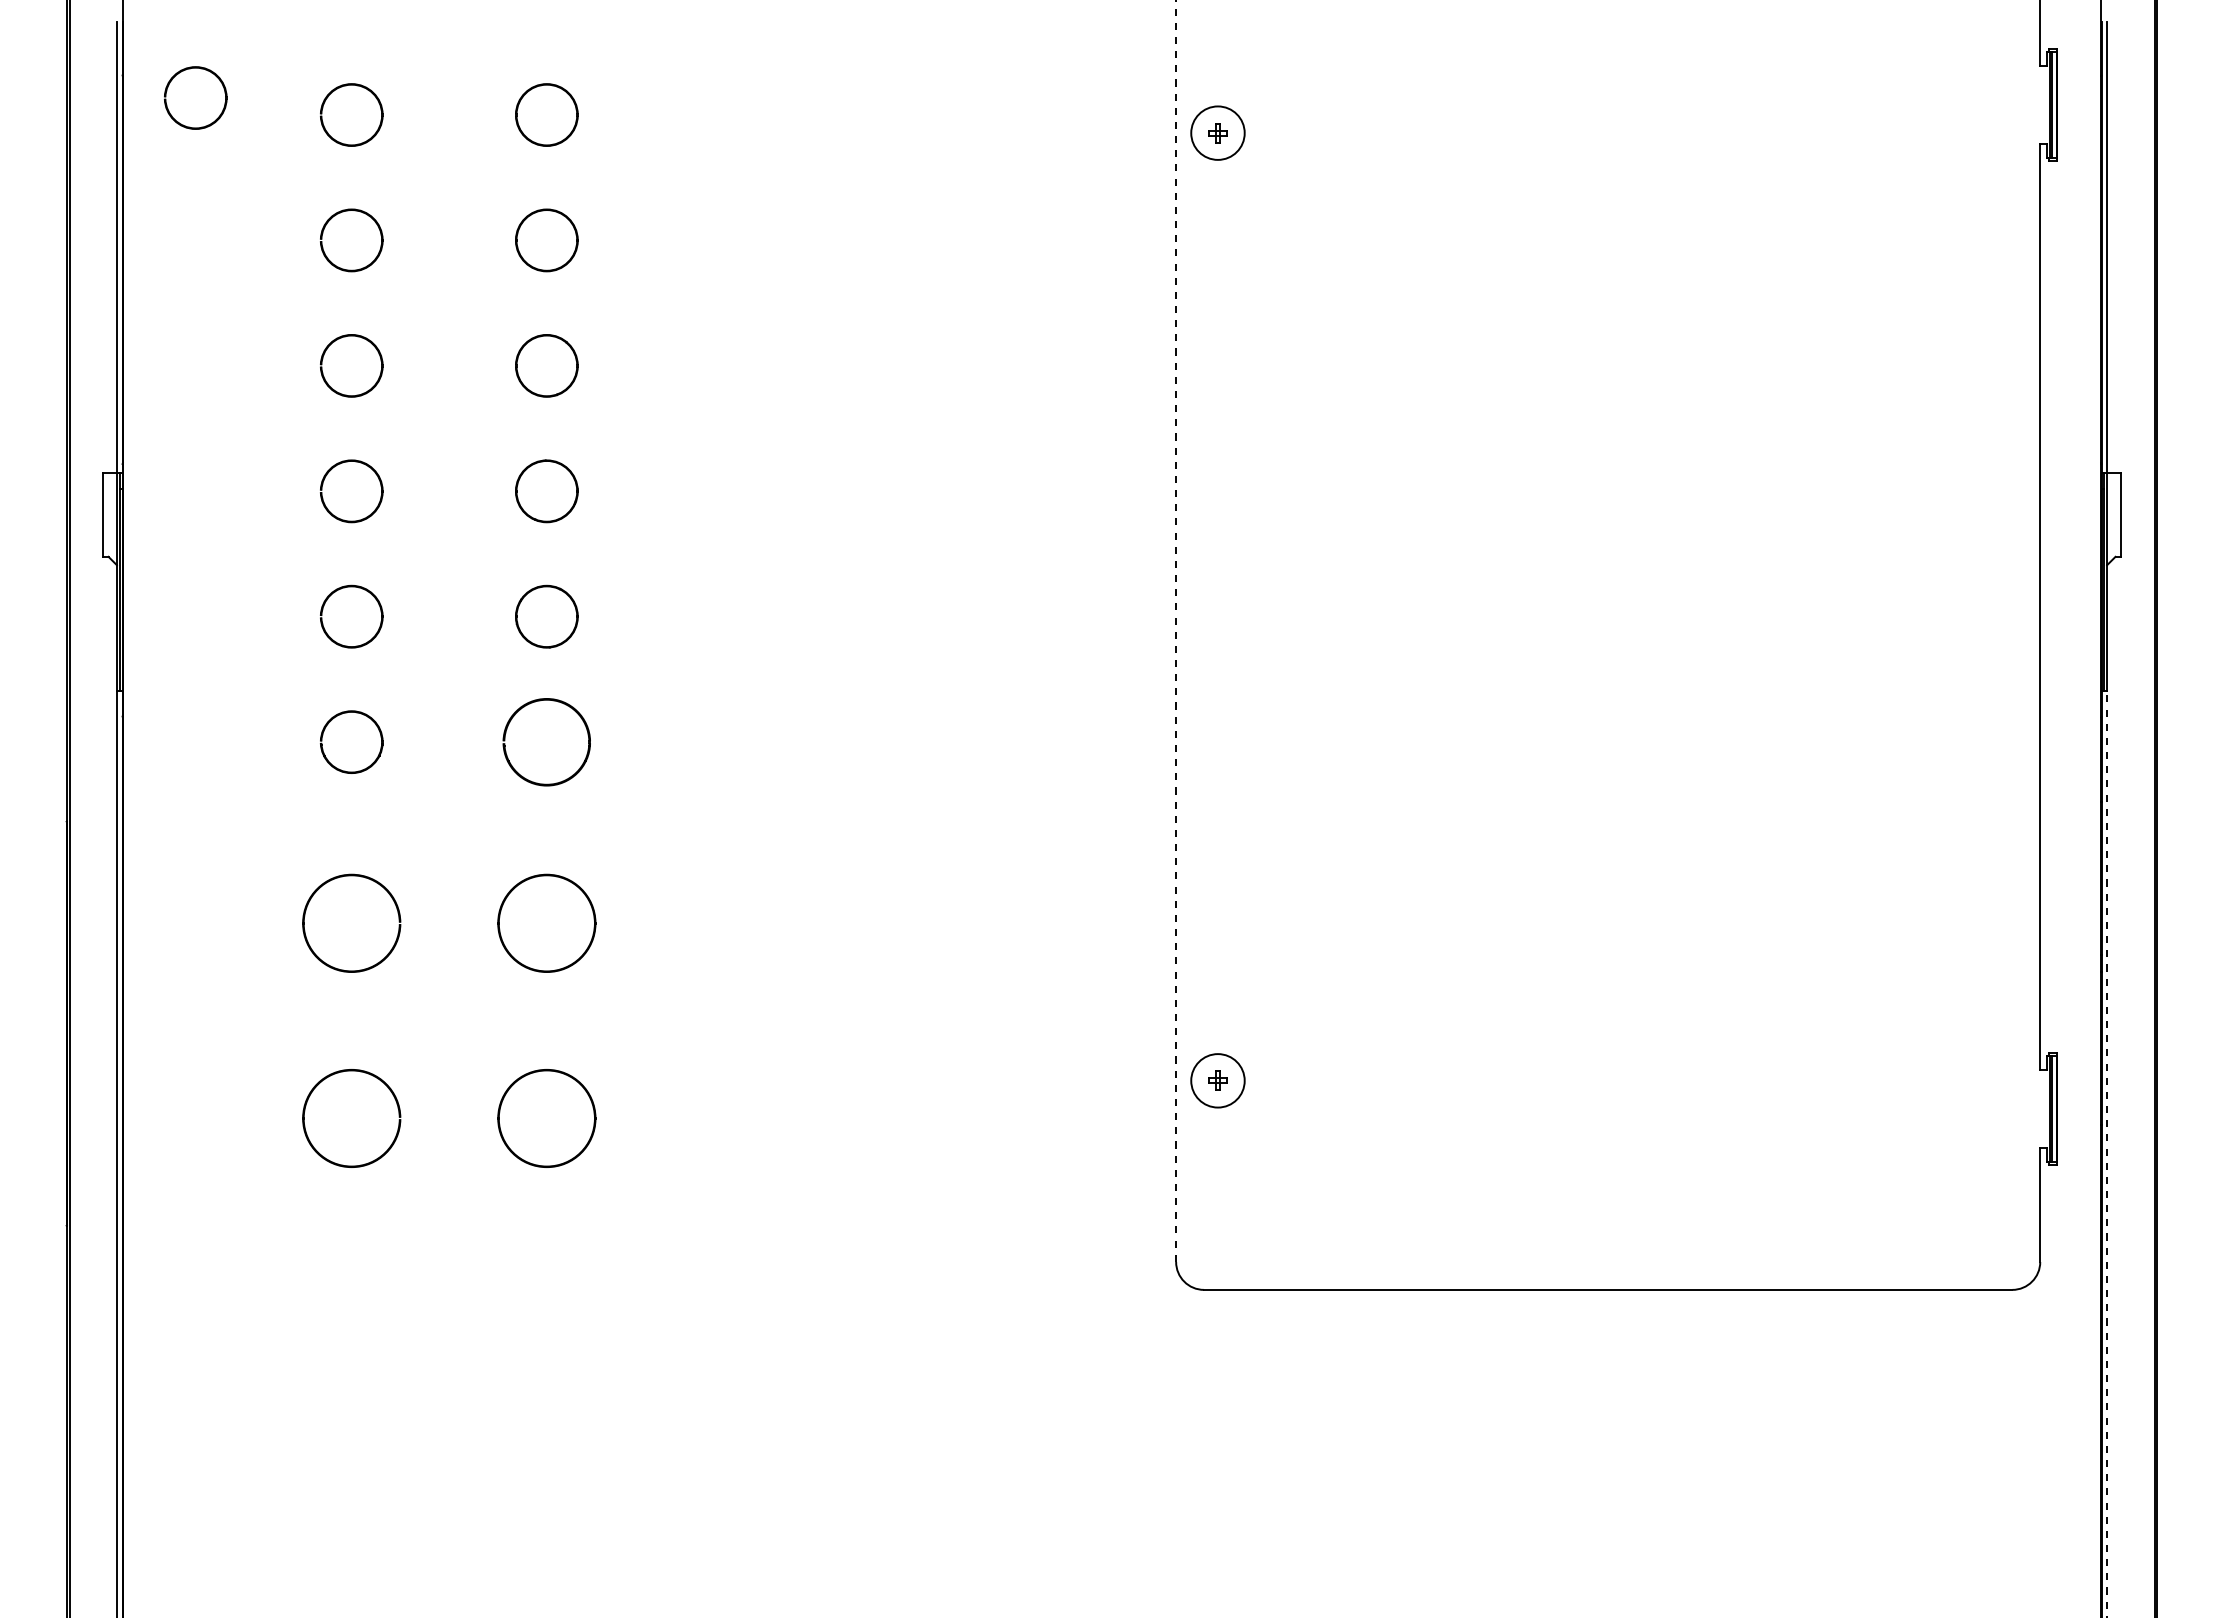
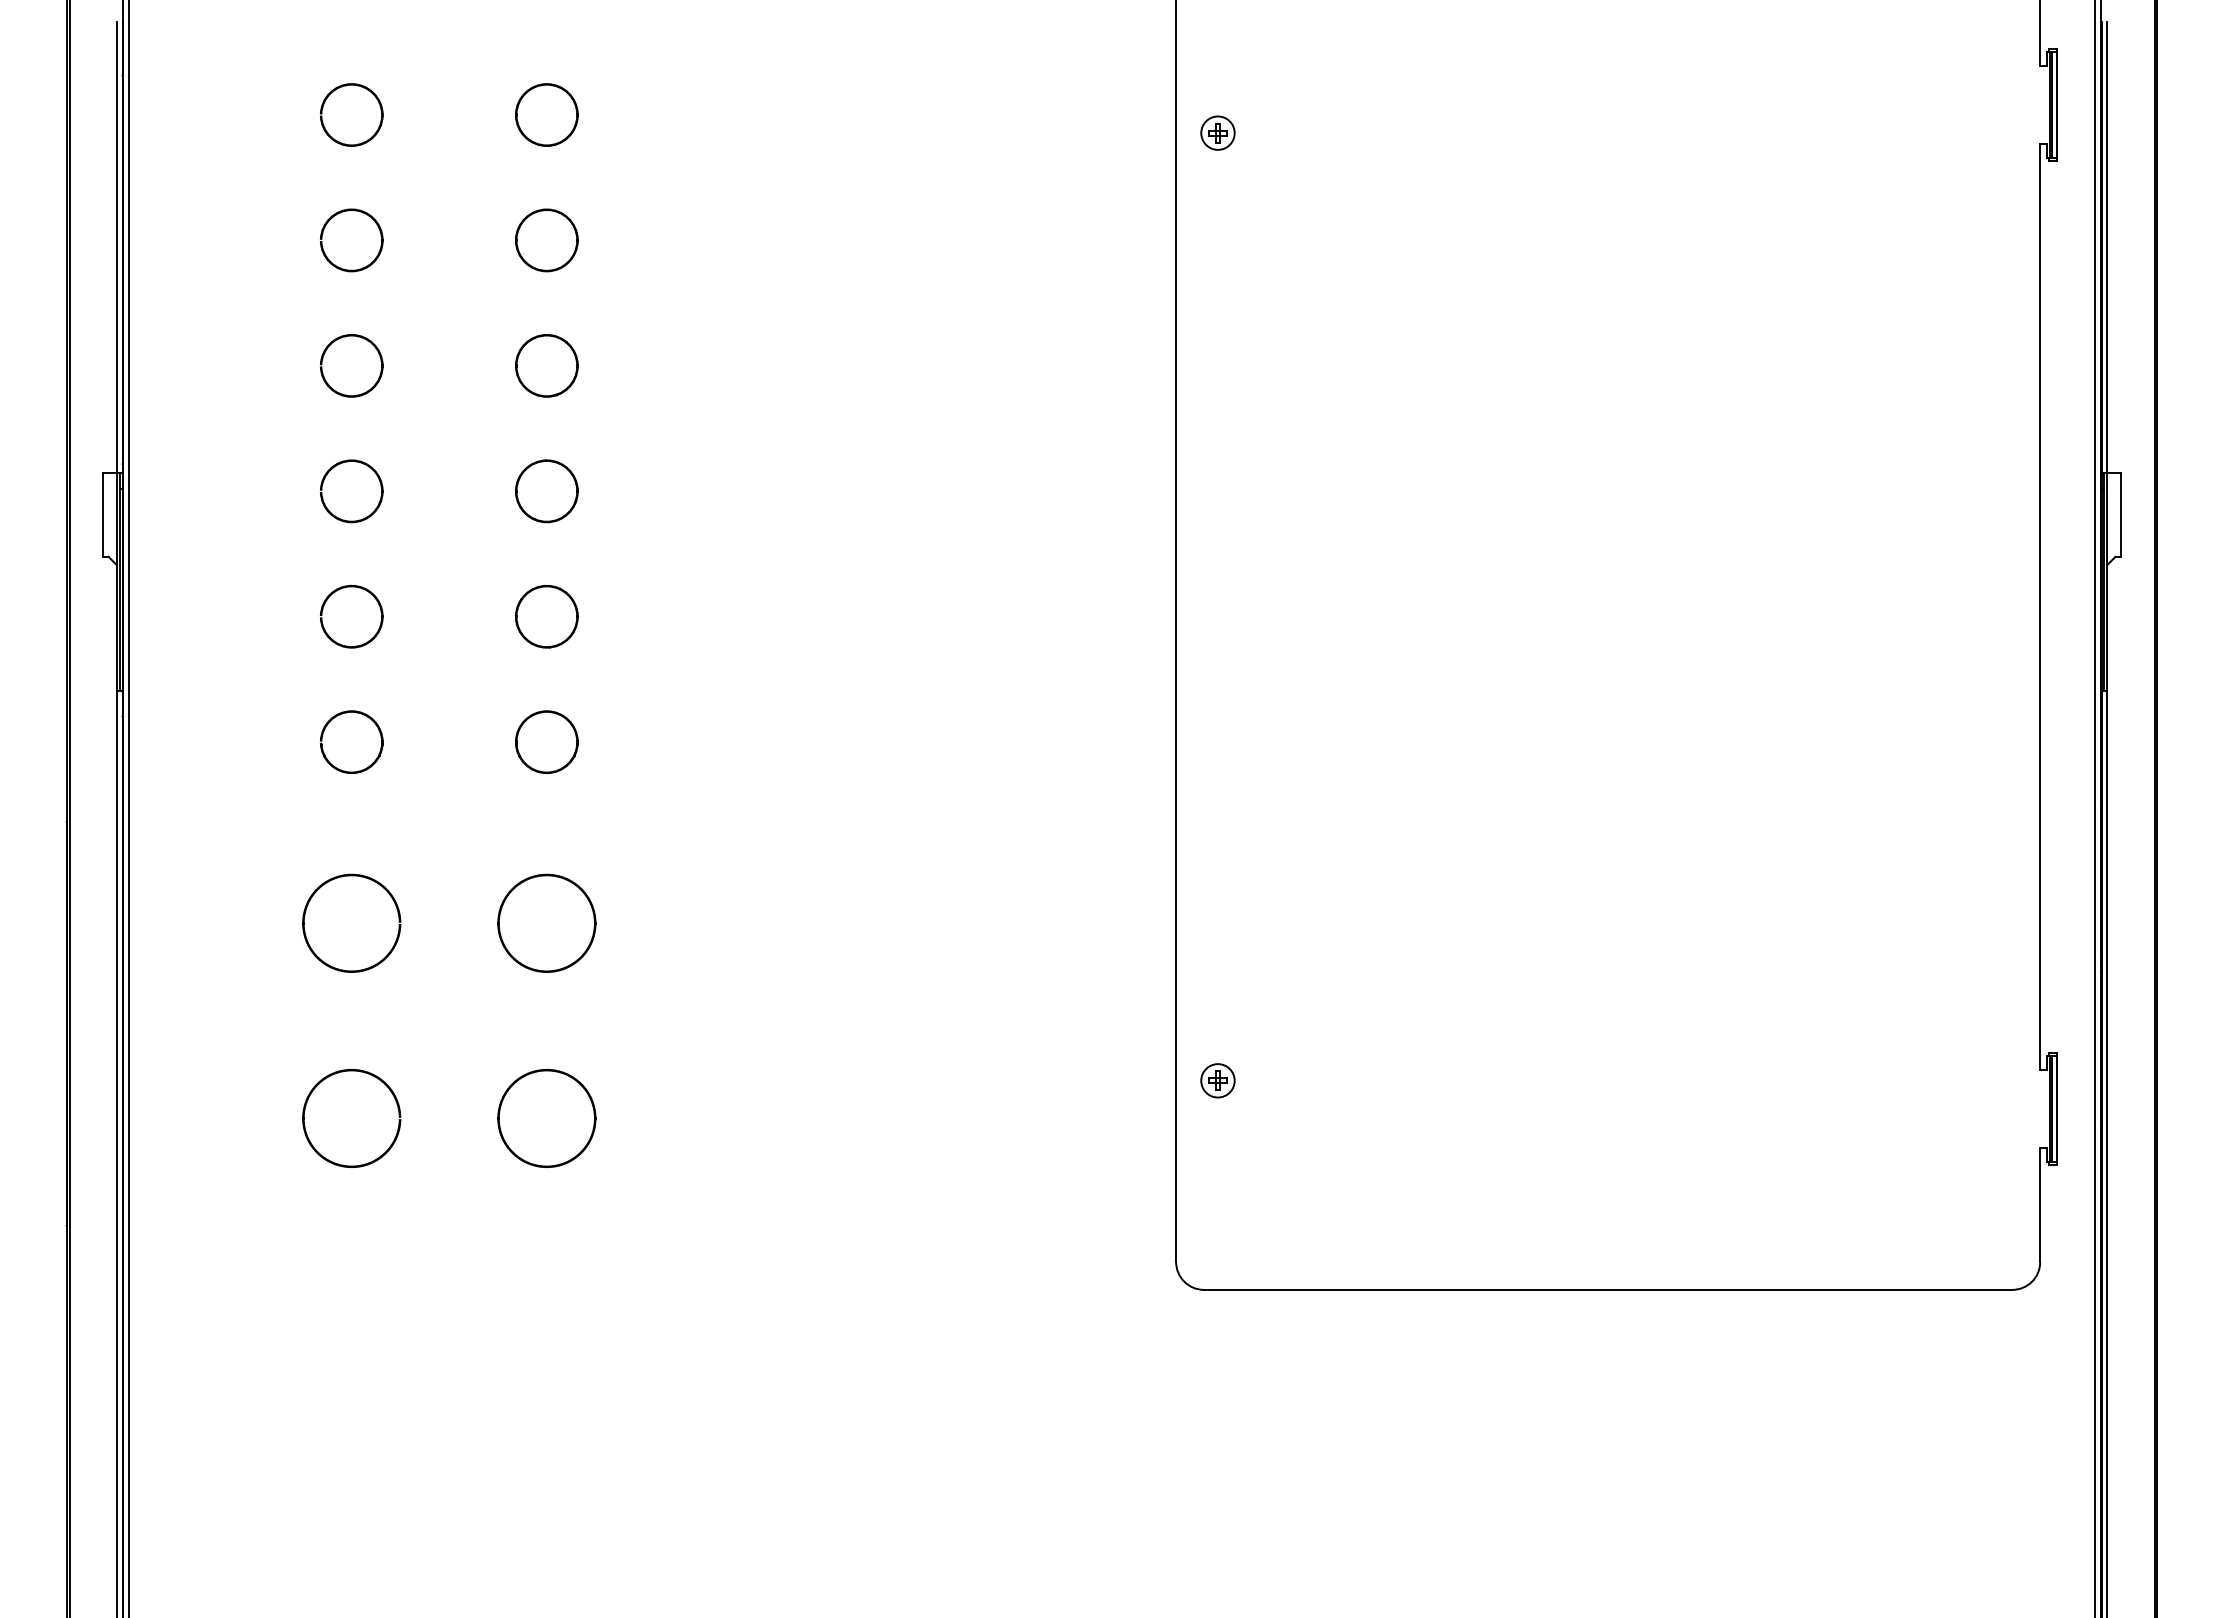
part at (195, 97): present -> none
circle at (1217, 132) diameter: 53 px -> 33 px
line at (1176, 631): dashed -> solid
part at (546, 742) size: 89x89 px -> 64x64 px
line at (128, 808): none -> present
line at (2095, 808): none -> present
circle at (1217, 1080) diameter: 53 px -> 33 px
line at (2107, 1153): dashed -> solid
